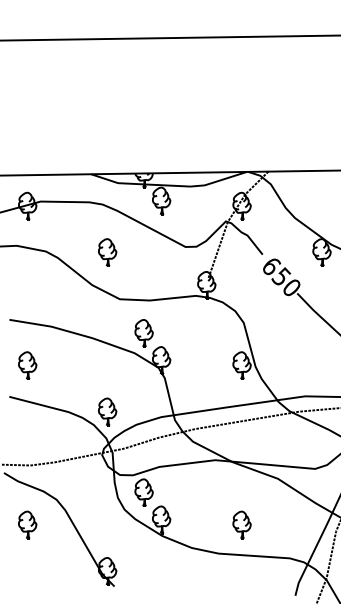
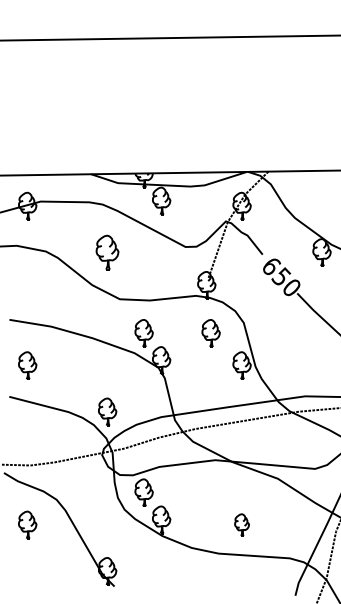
part at (107, 252) size: 20x29 px -> 25x37 px
part at (210, 333): none -> present
part at (241, 524) size: 20x30 px -> 16x24 px
